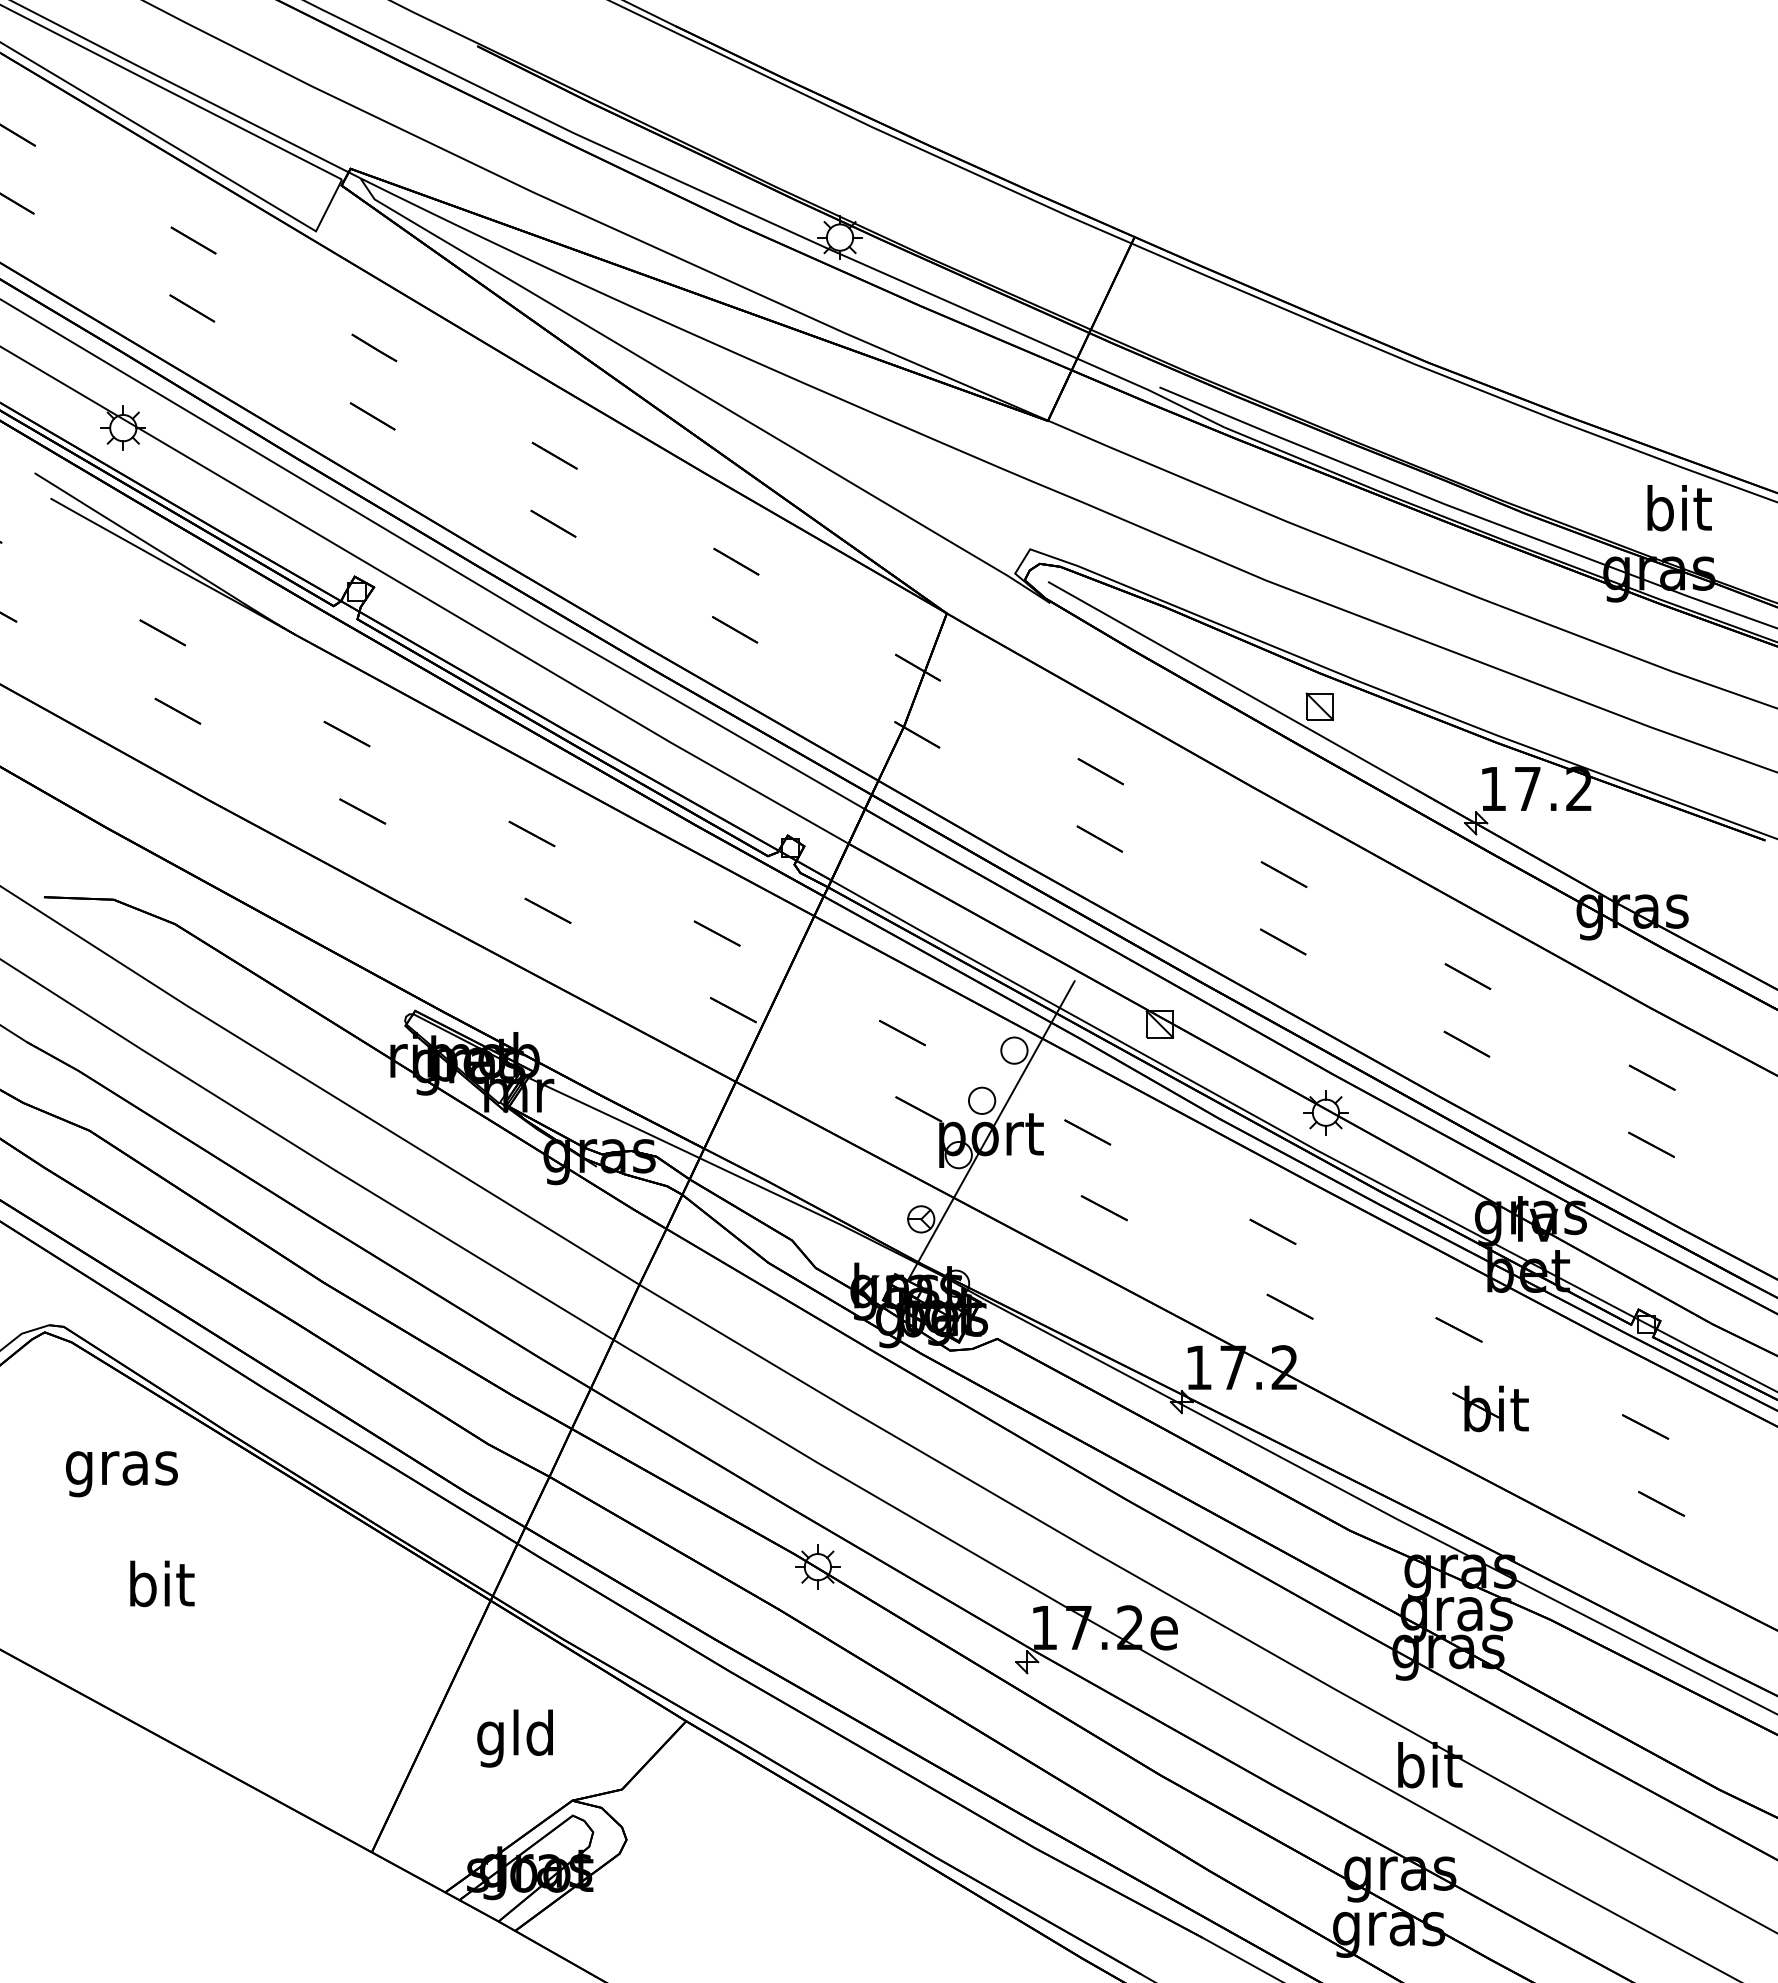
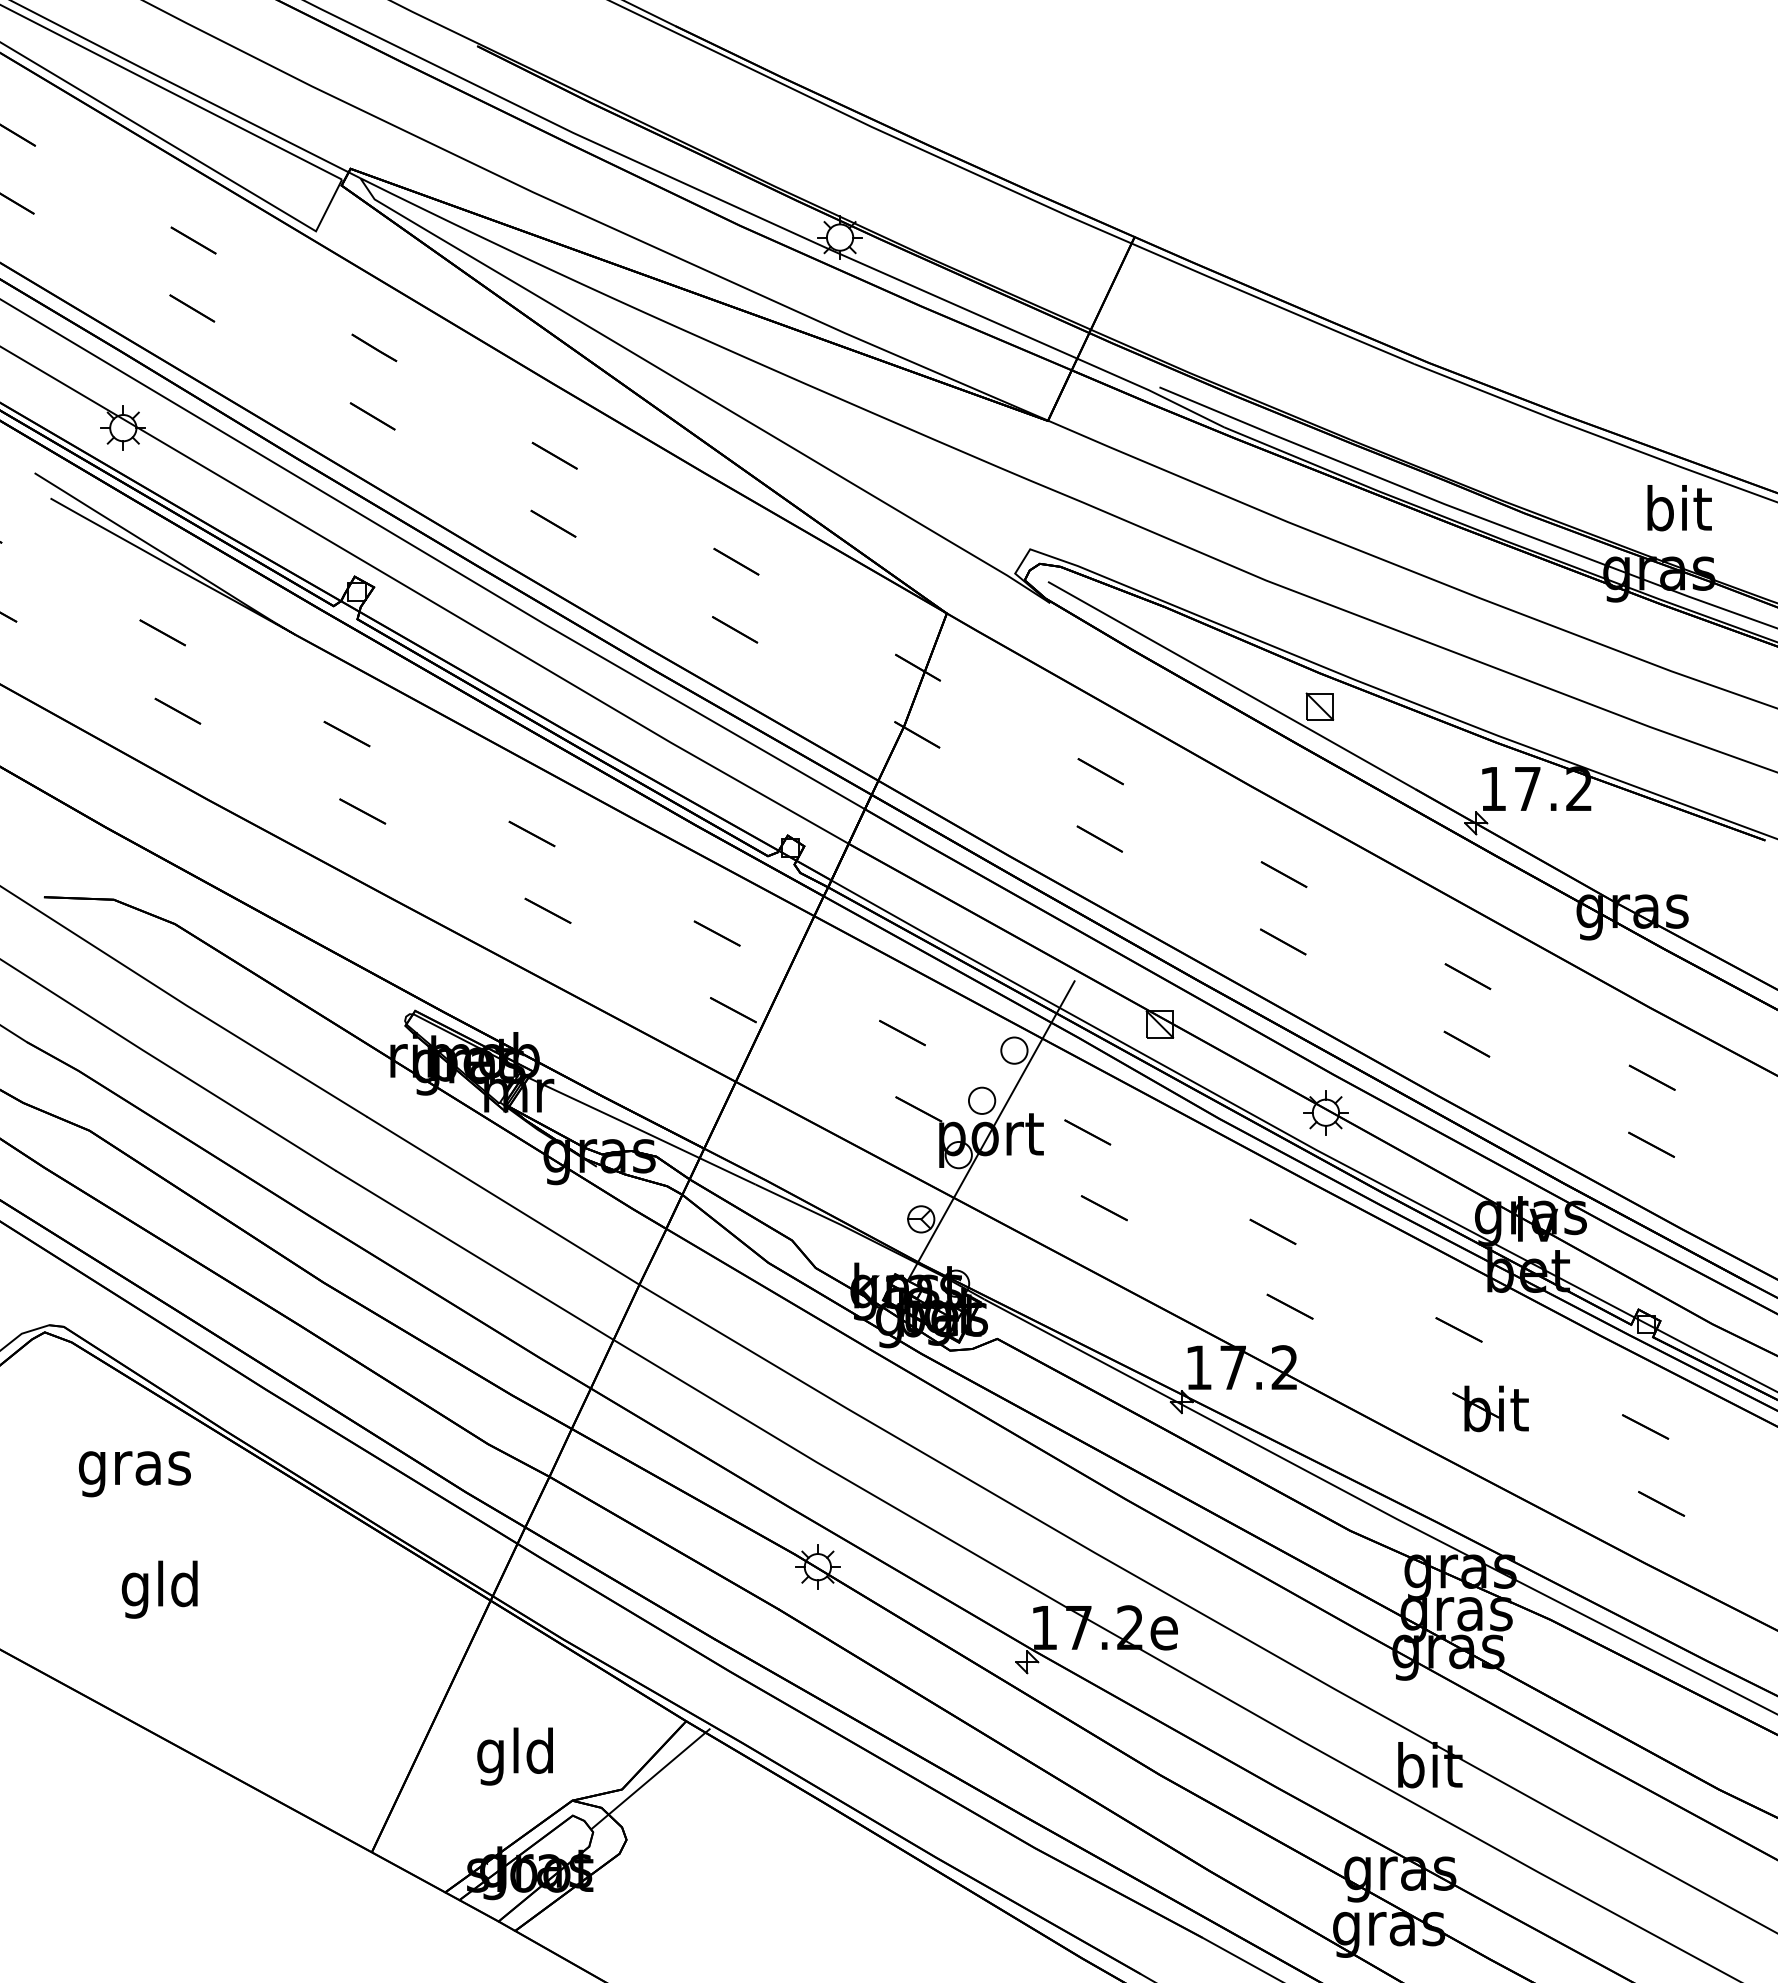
text at (121, 1474) position: (121, 1474) -> (134, 1474)
text at (159, 1589): bit -> gld
text at (514, 1738) position: (514, 1738) -> (514, 1756)
line at (650, 1778): none -> present
